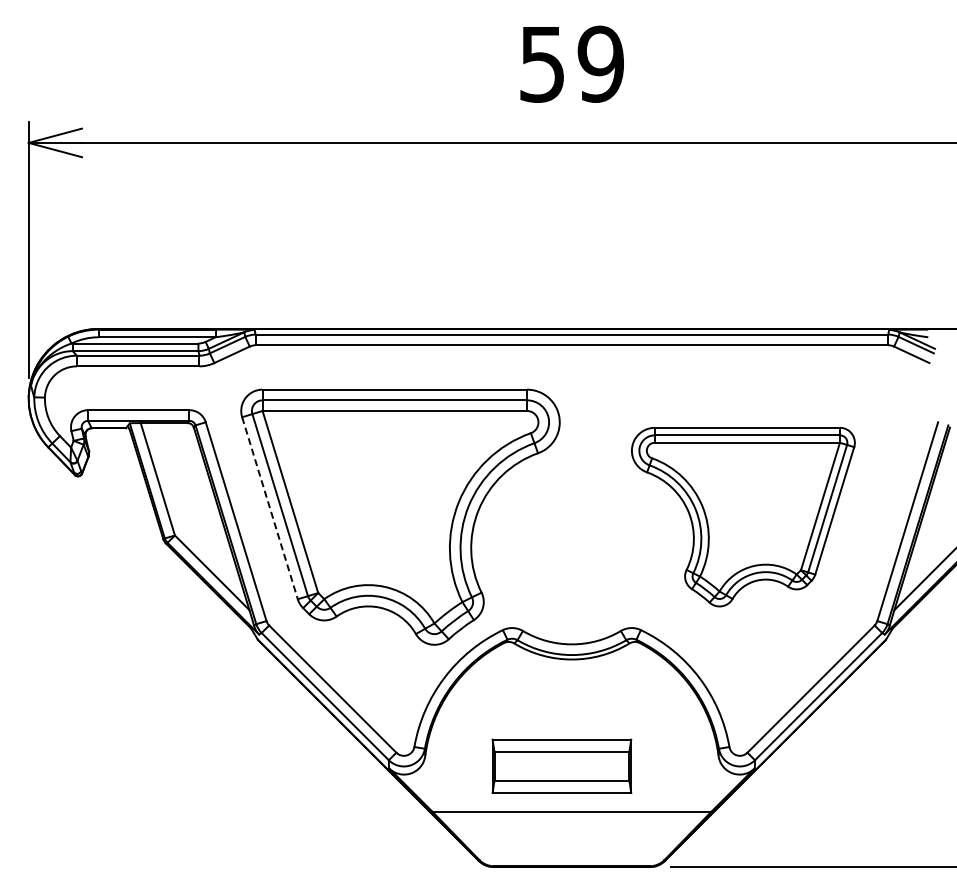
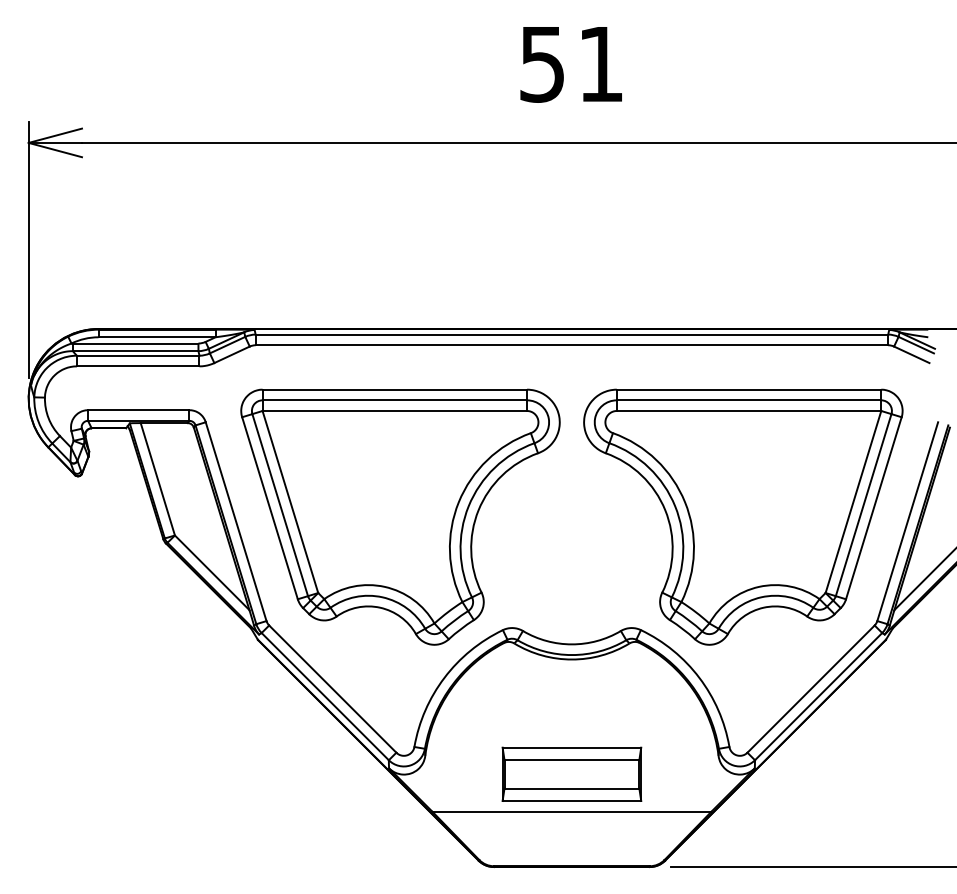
text at (600, 63): 59 -> 51
line at (270, 508): dashed -> solid
part at (743, 517) size: 225x181 px -> 321x258 px
part at (561, 765) position: (561, 765) -> (571, 773)
